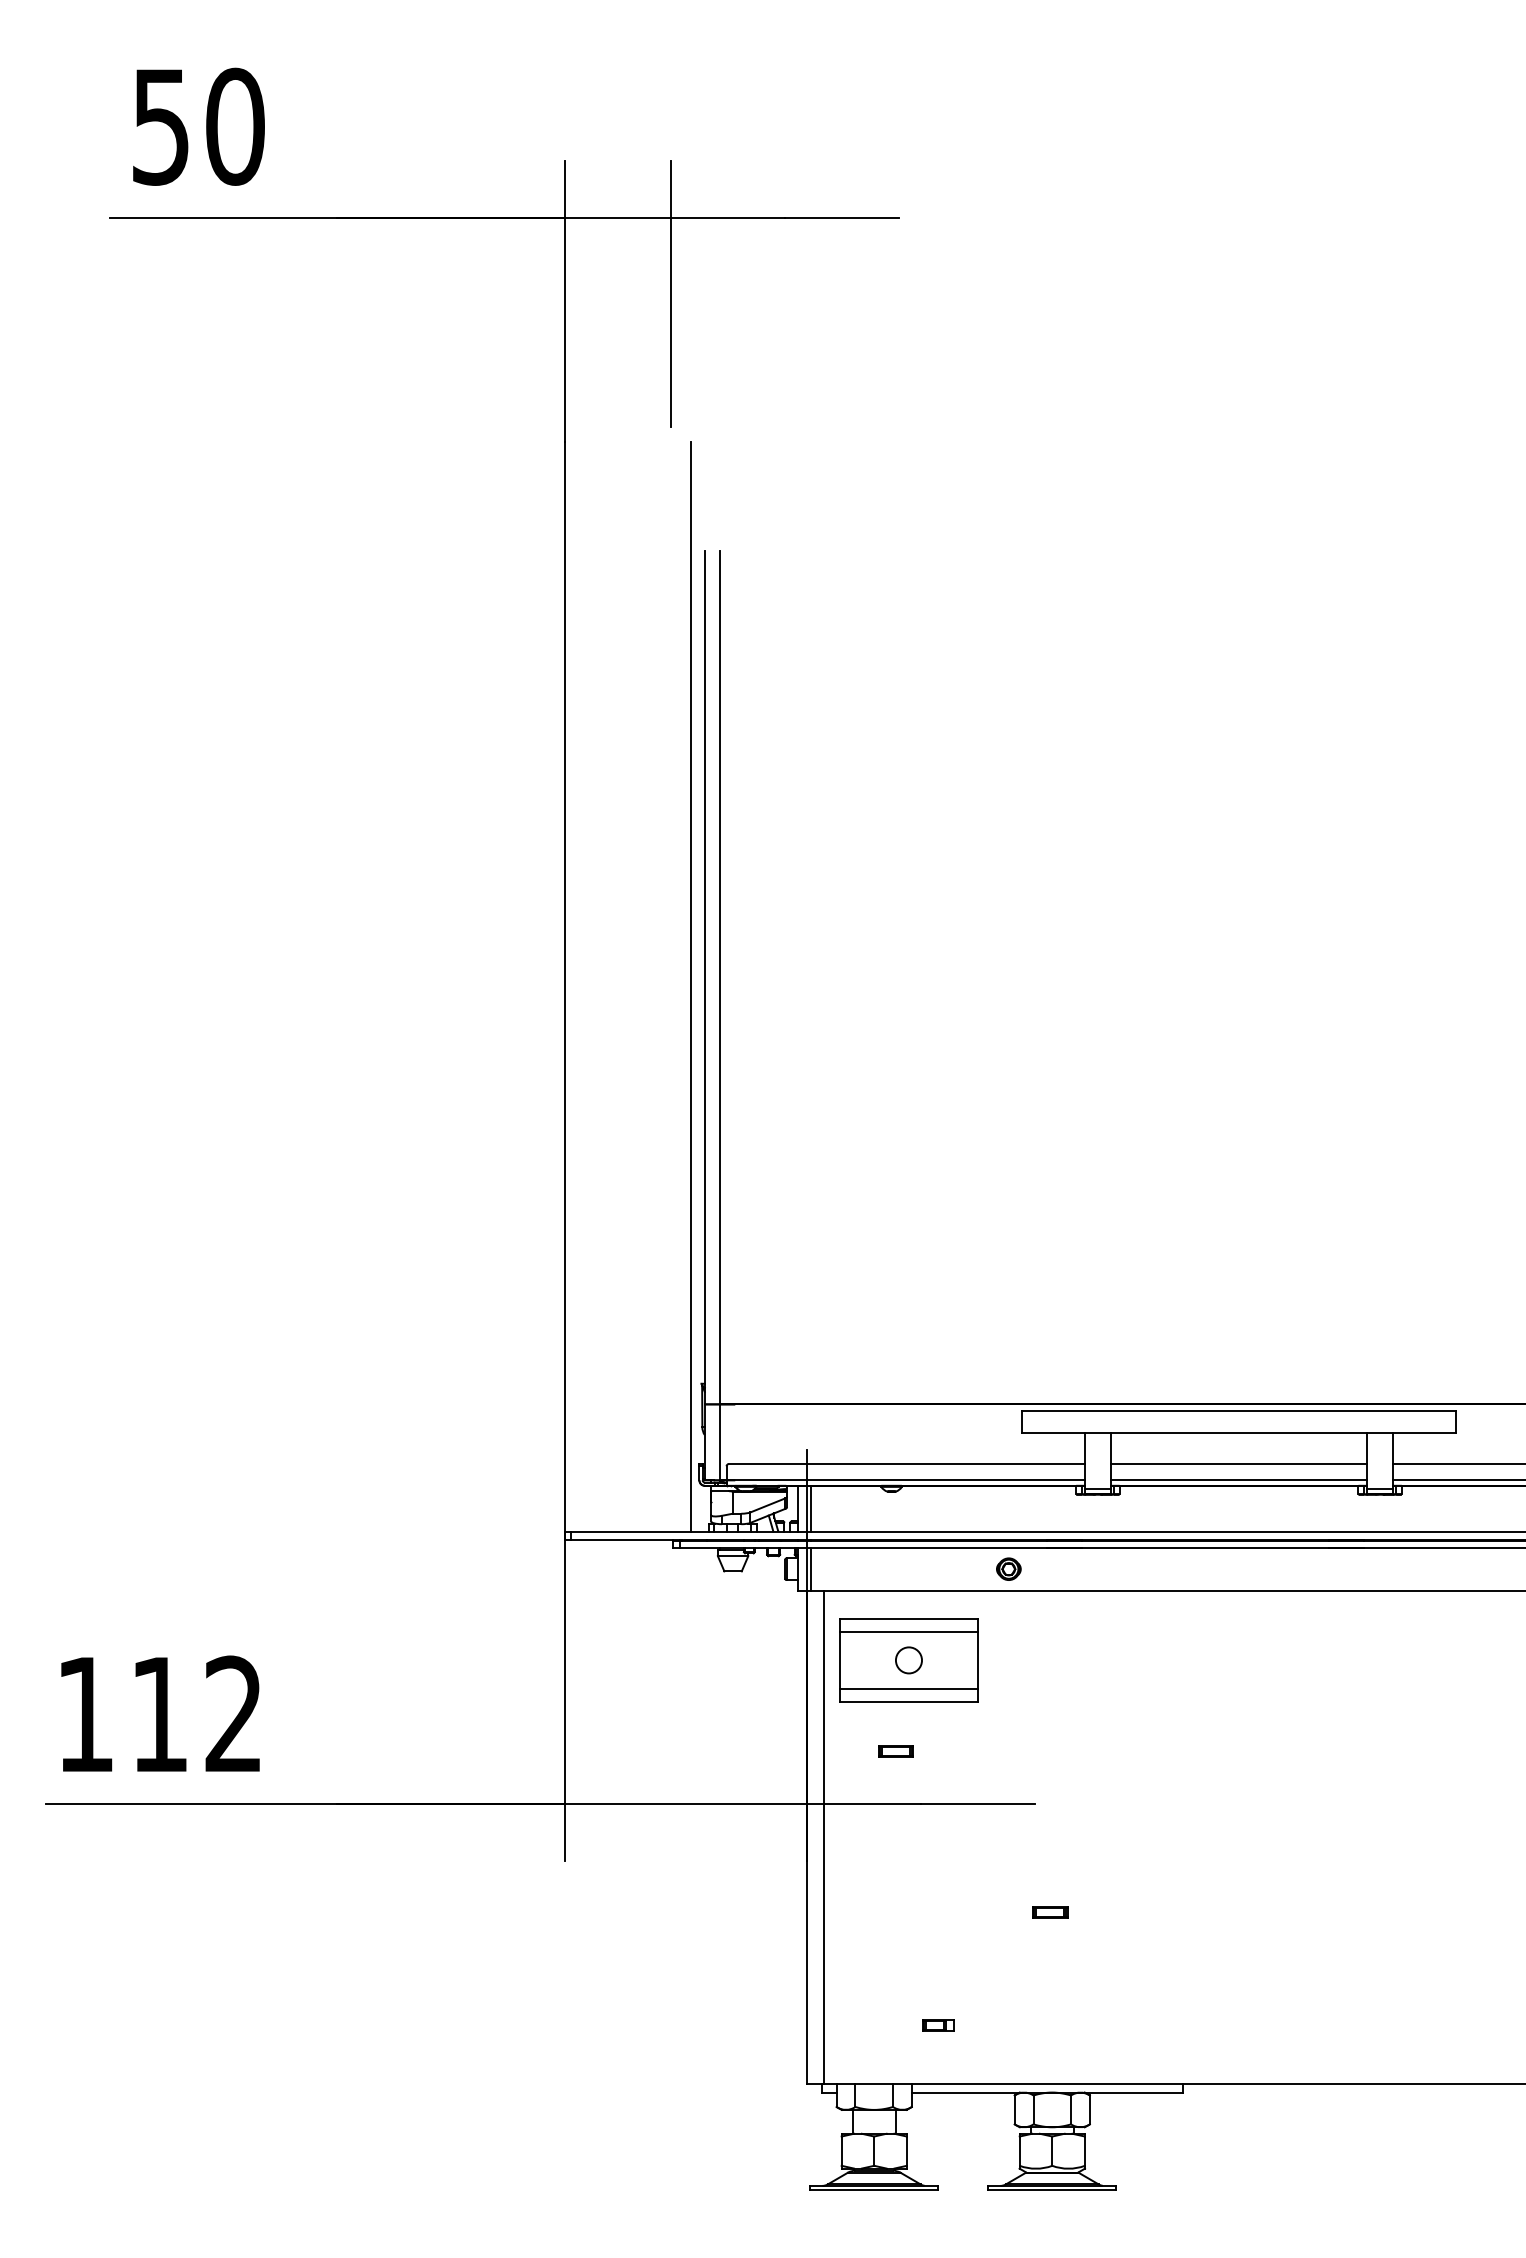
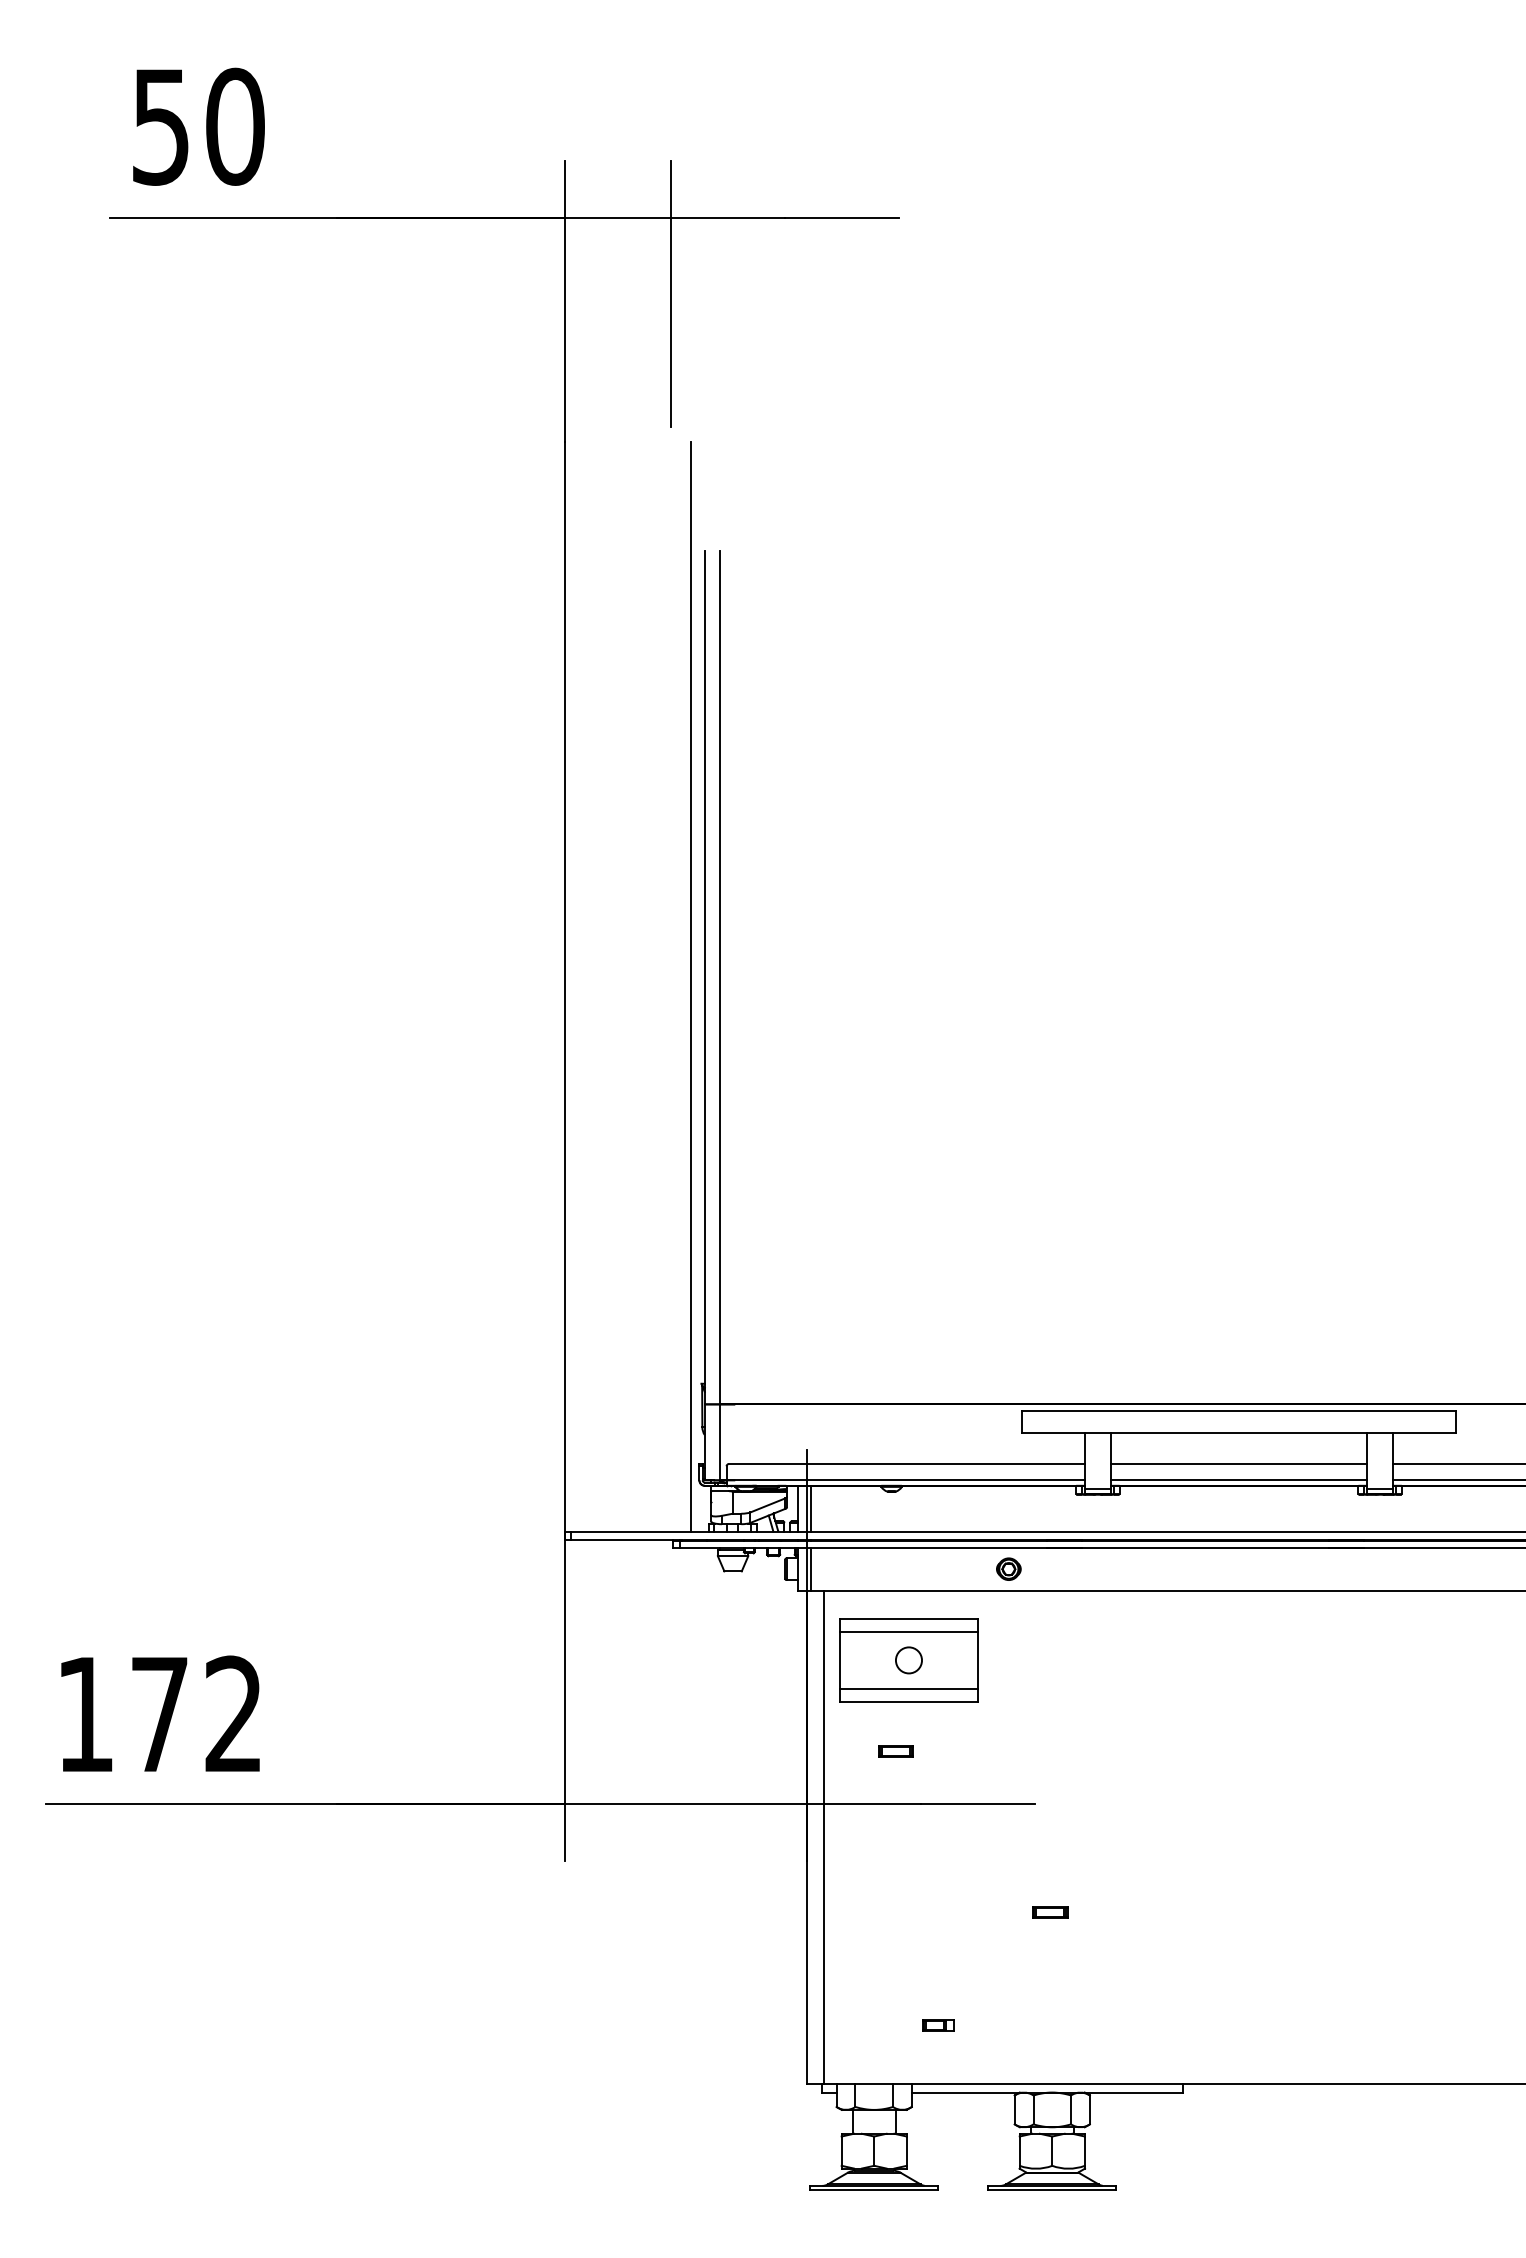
text at (159, 1714): 112 -> 172
